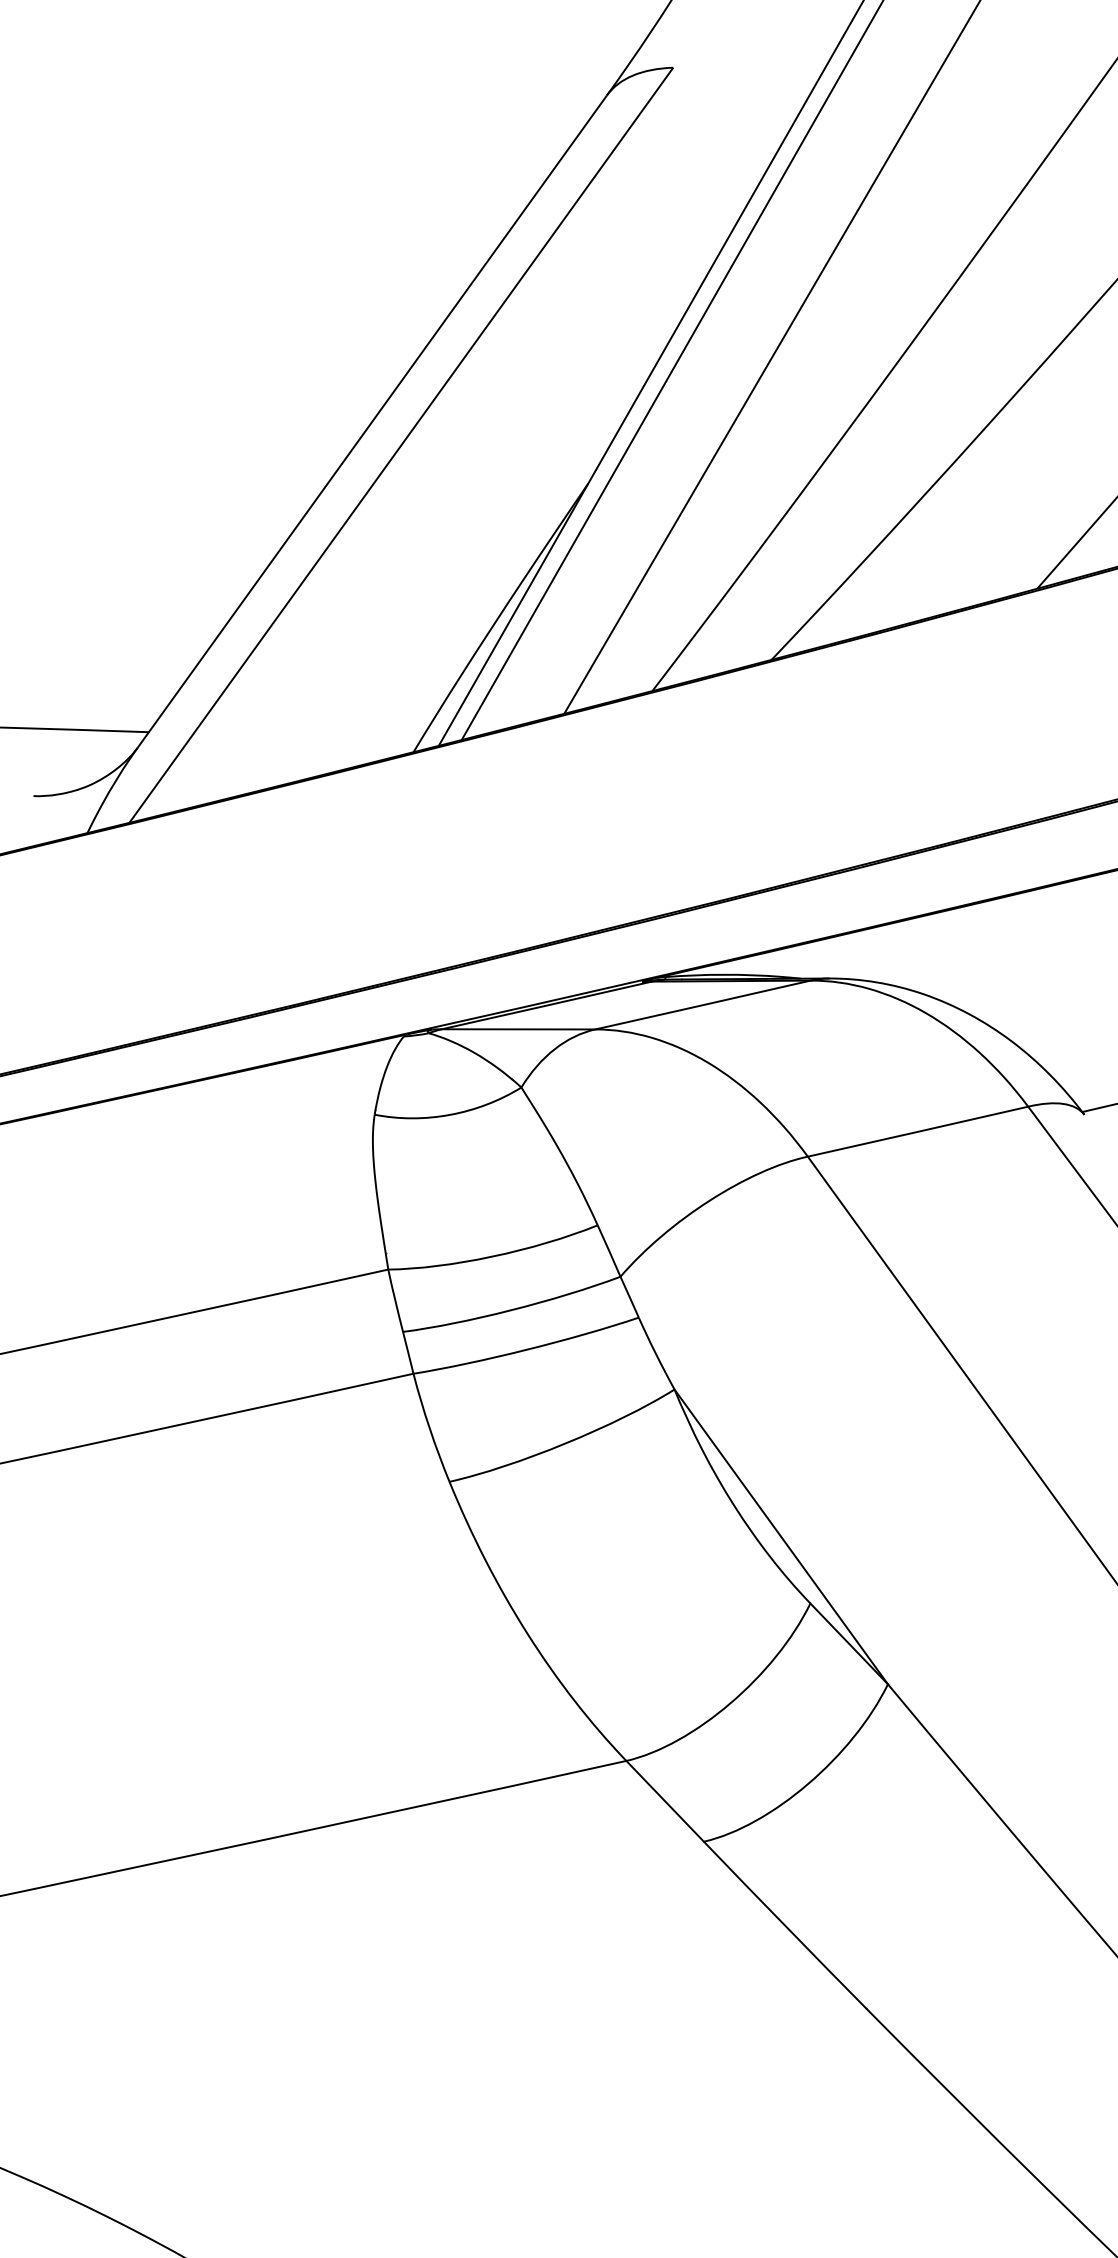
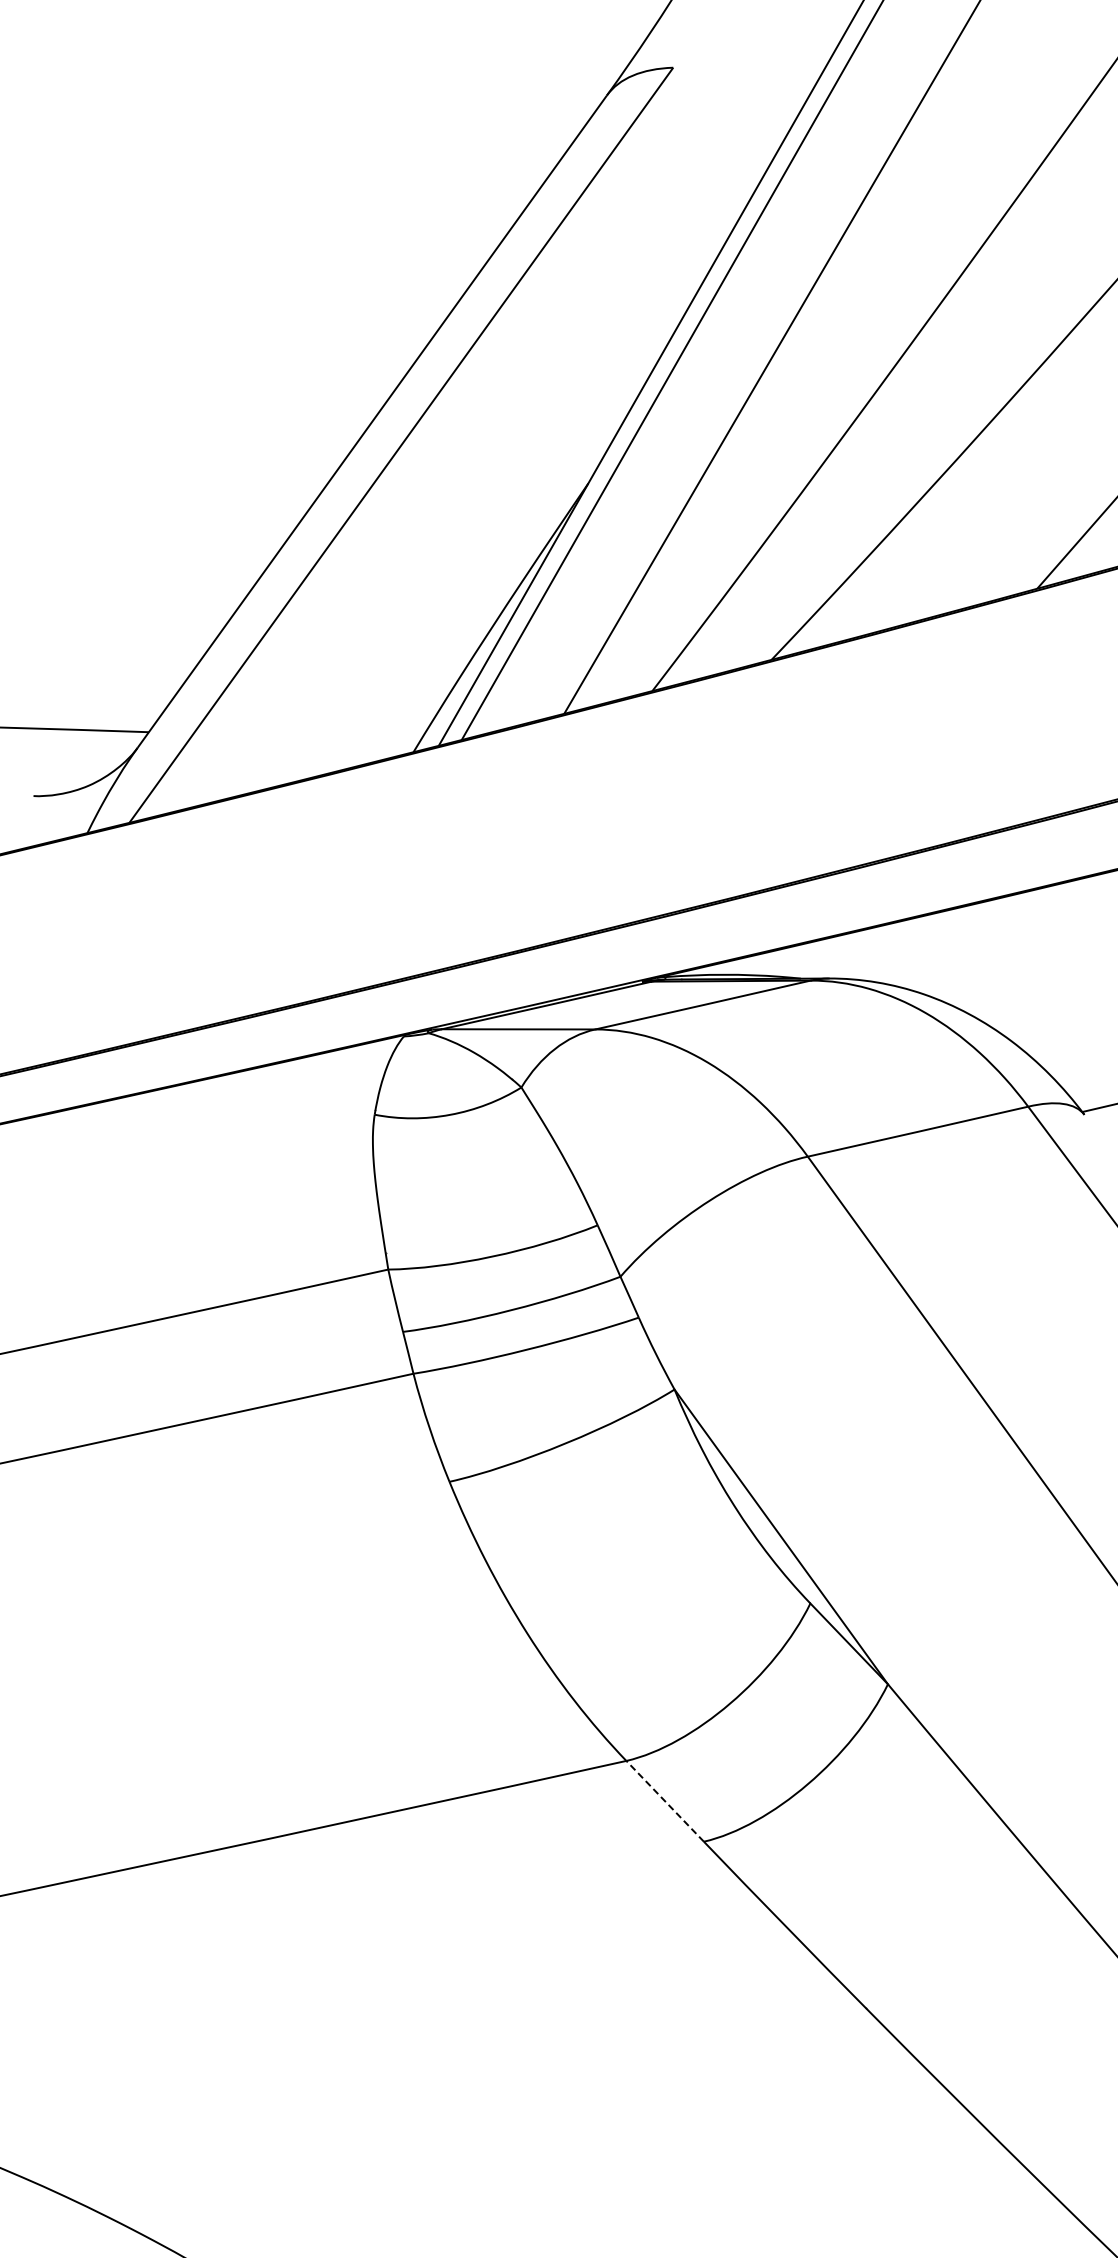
line at (665, 1801): solid -> dashed
